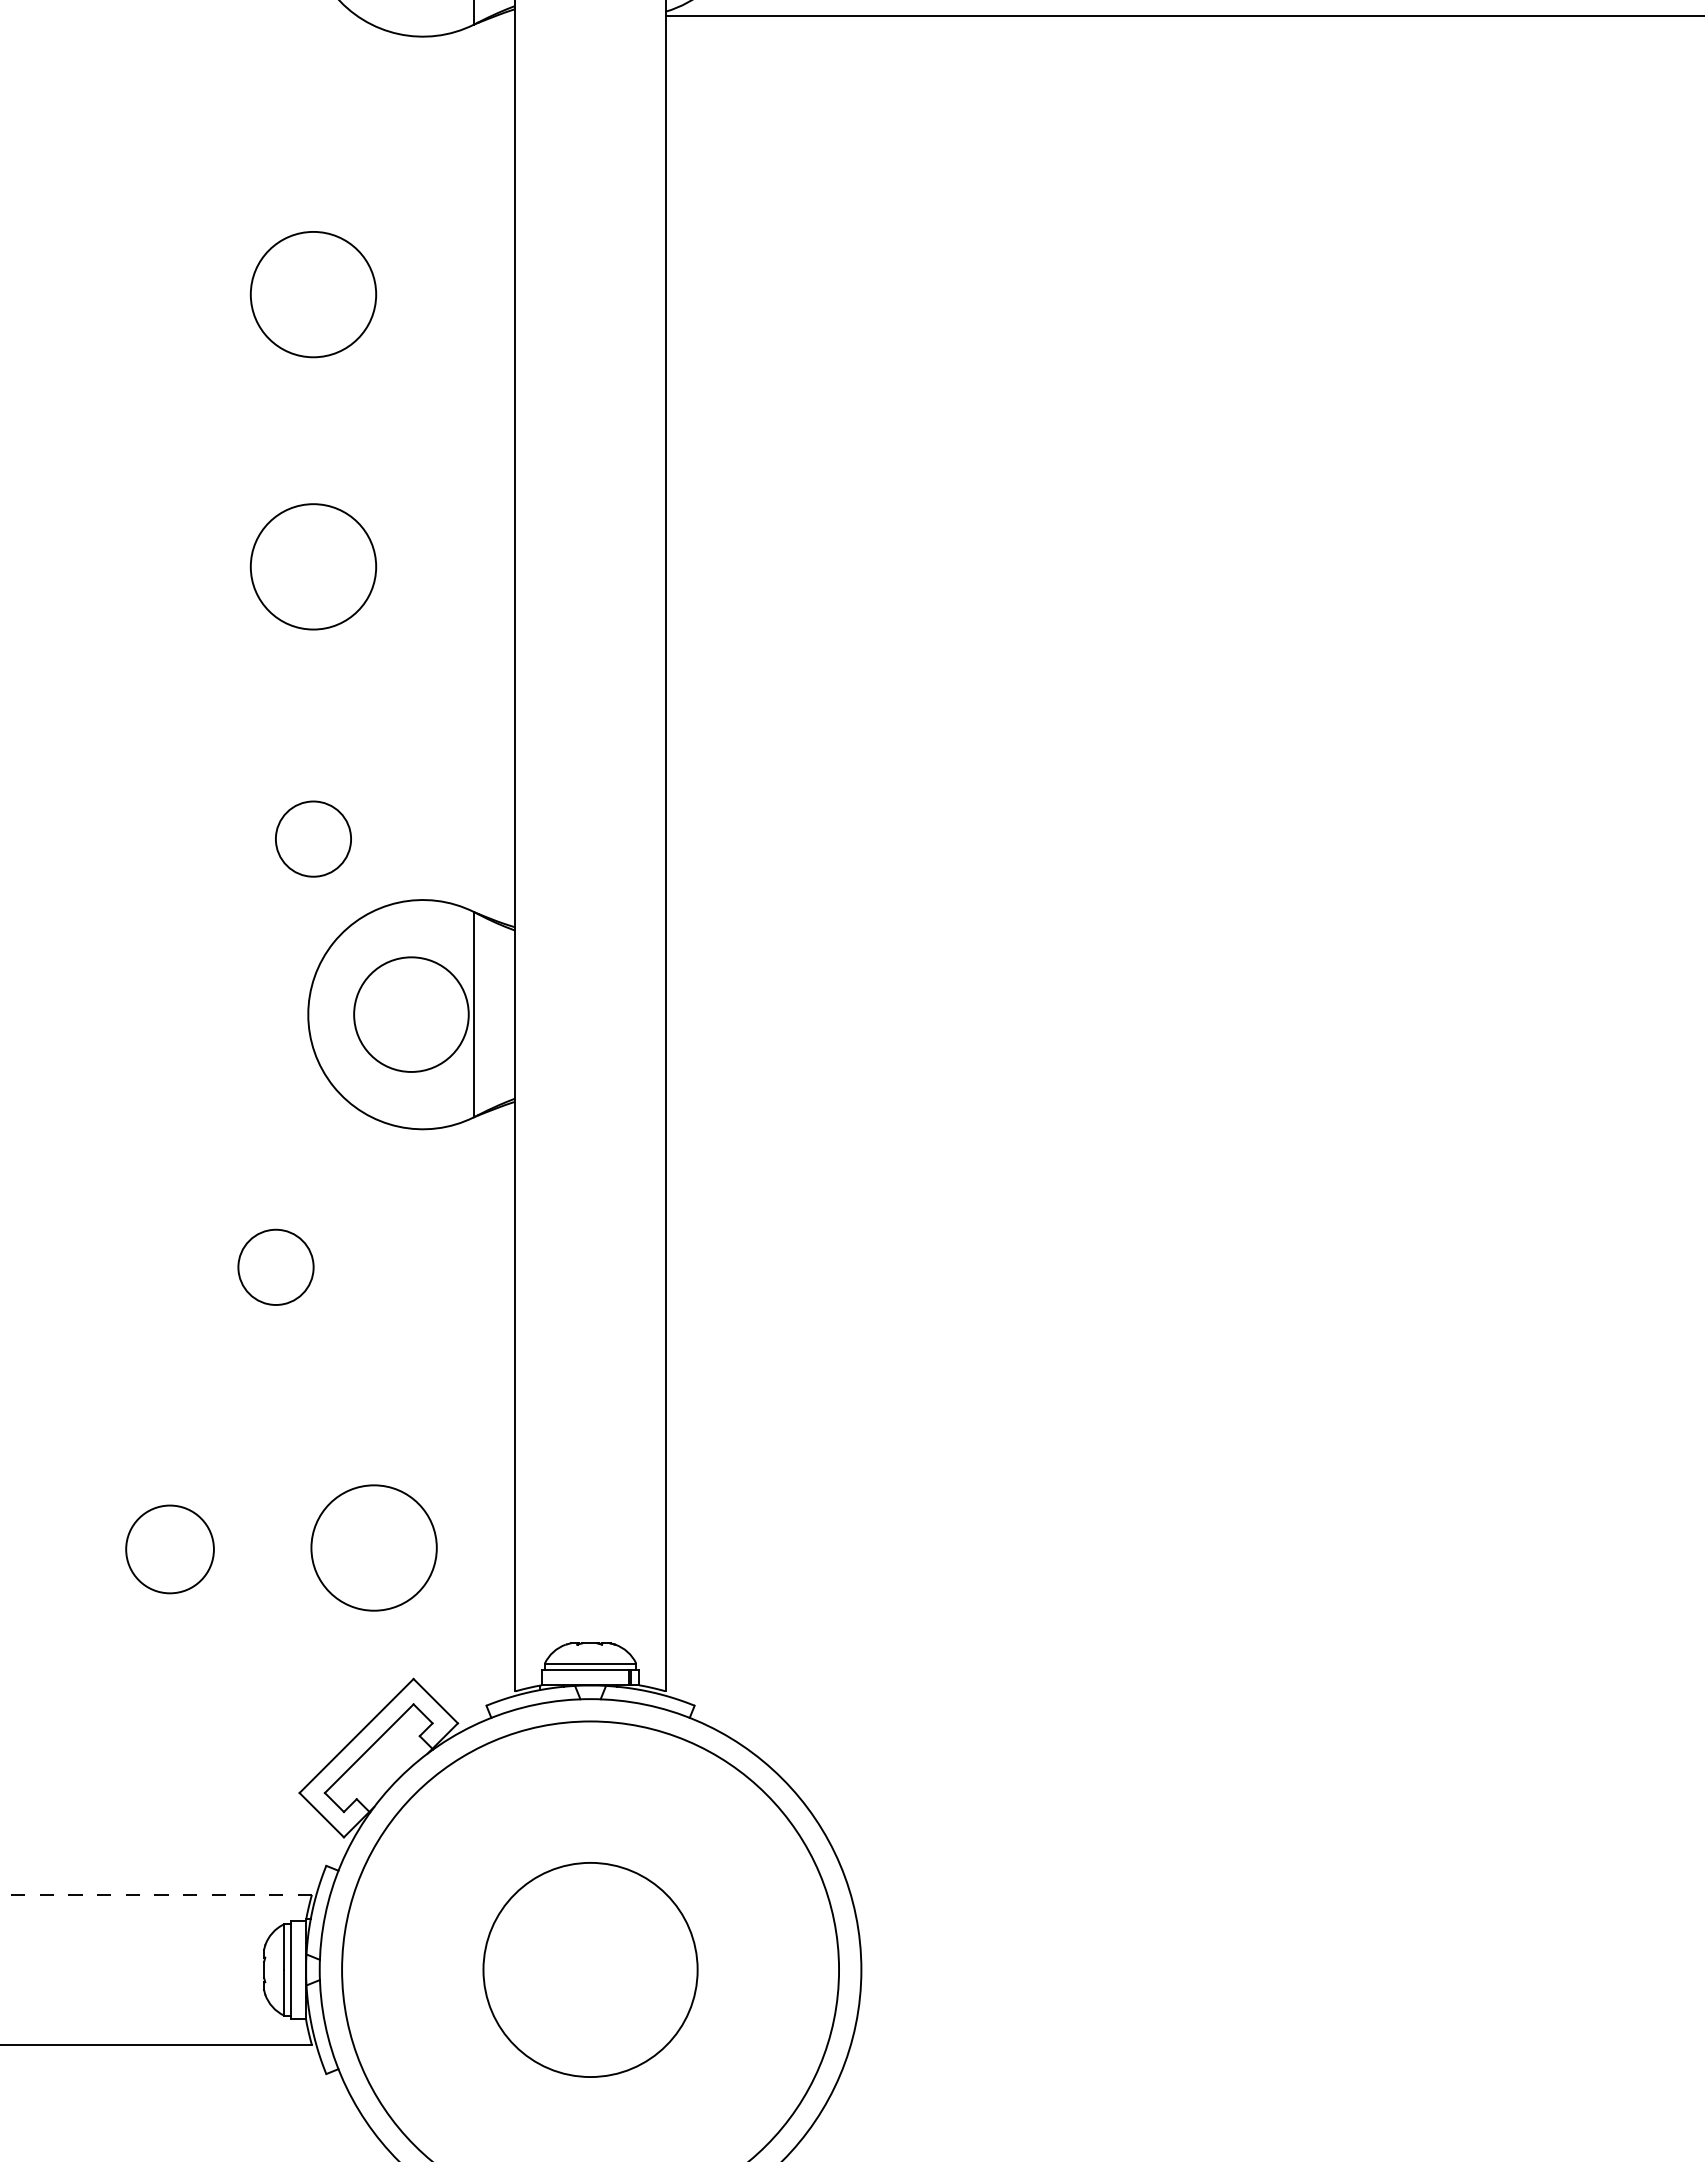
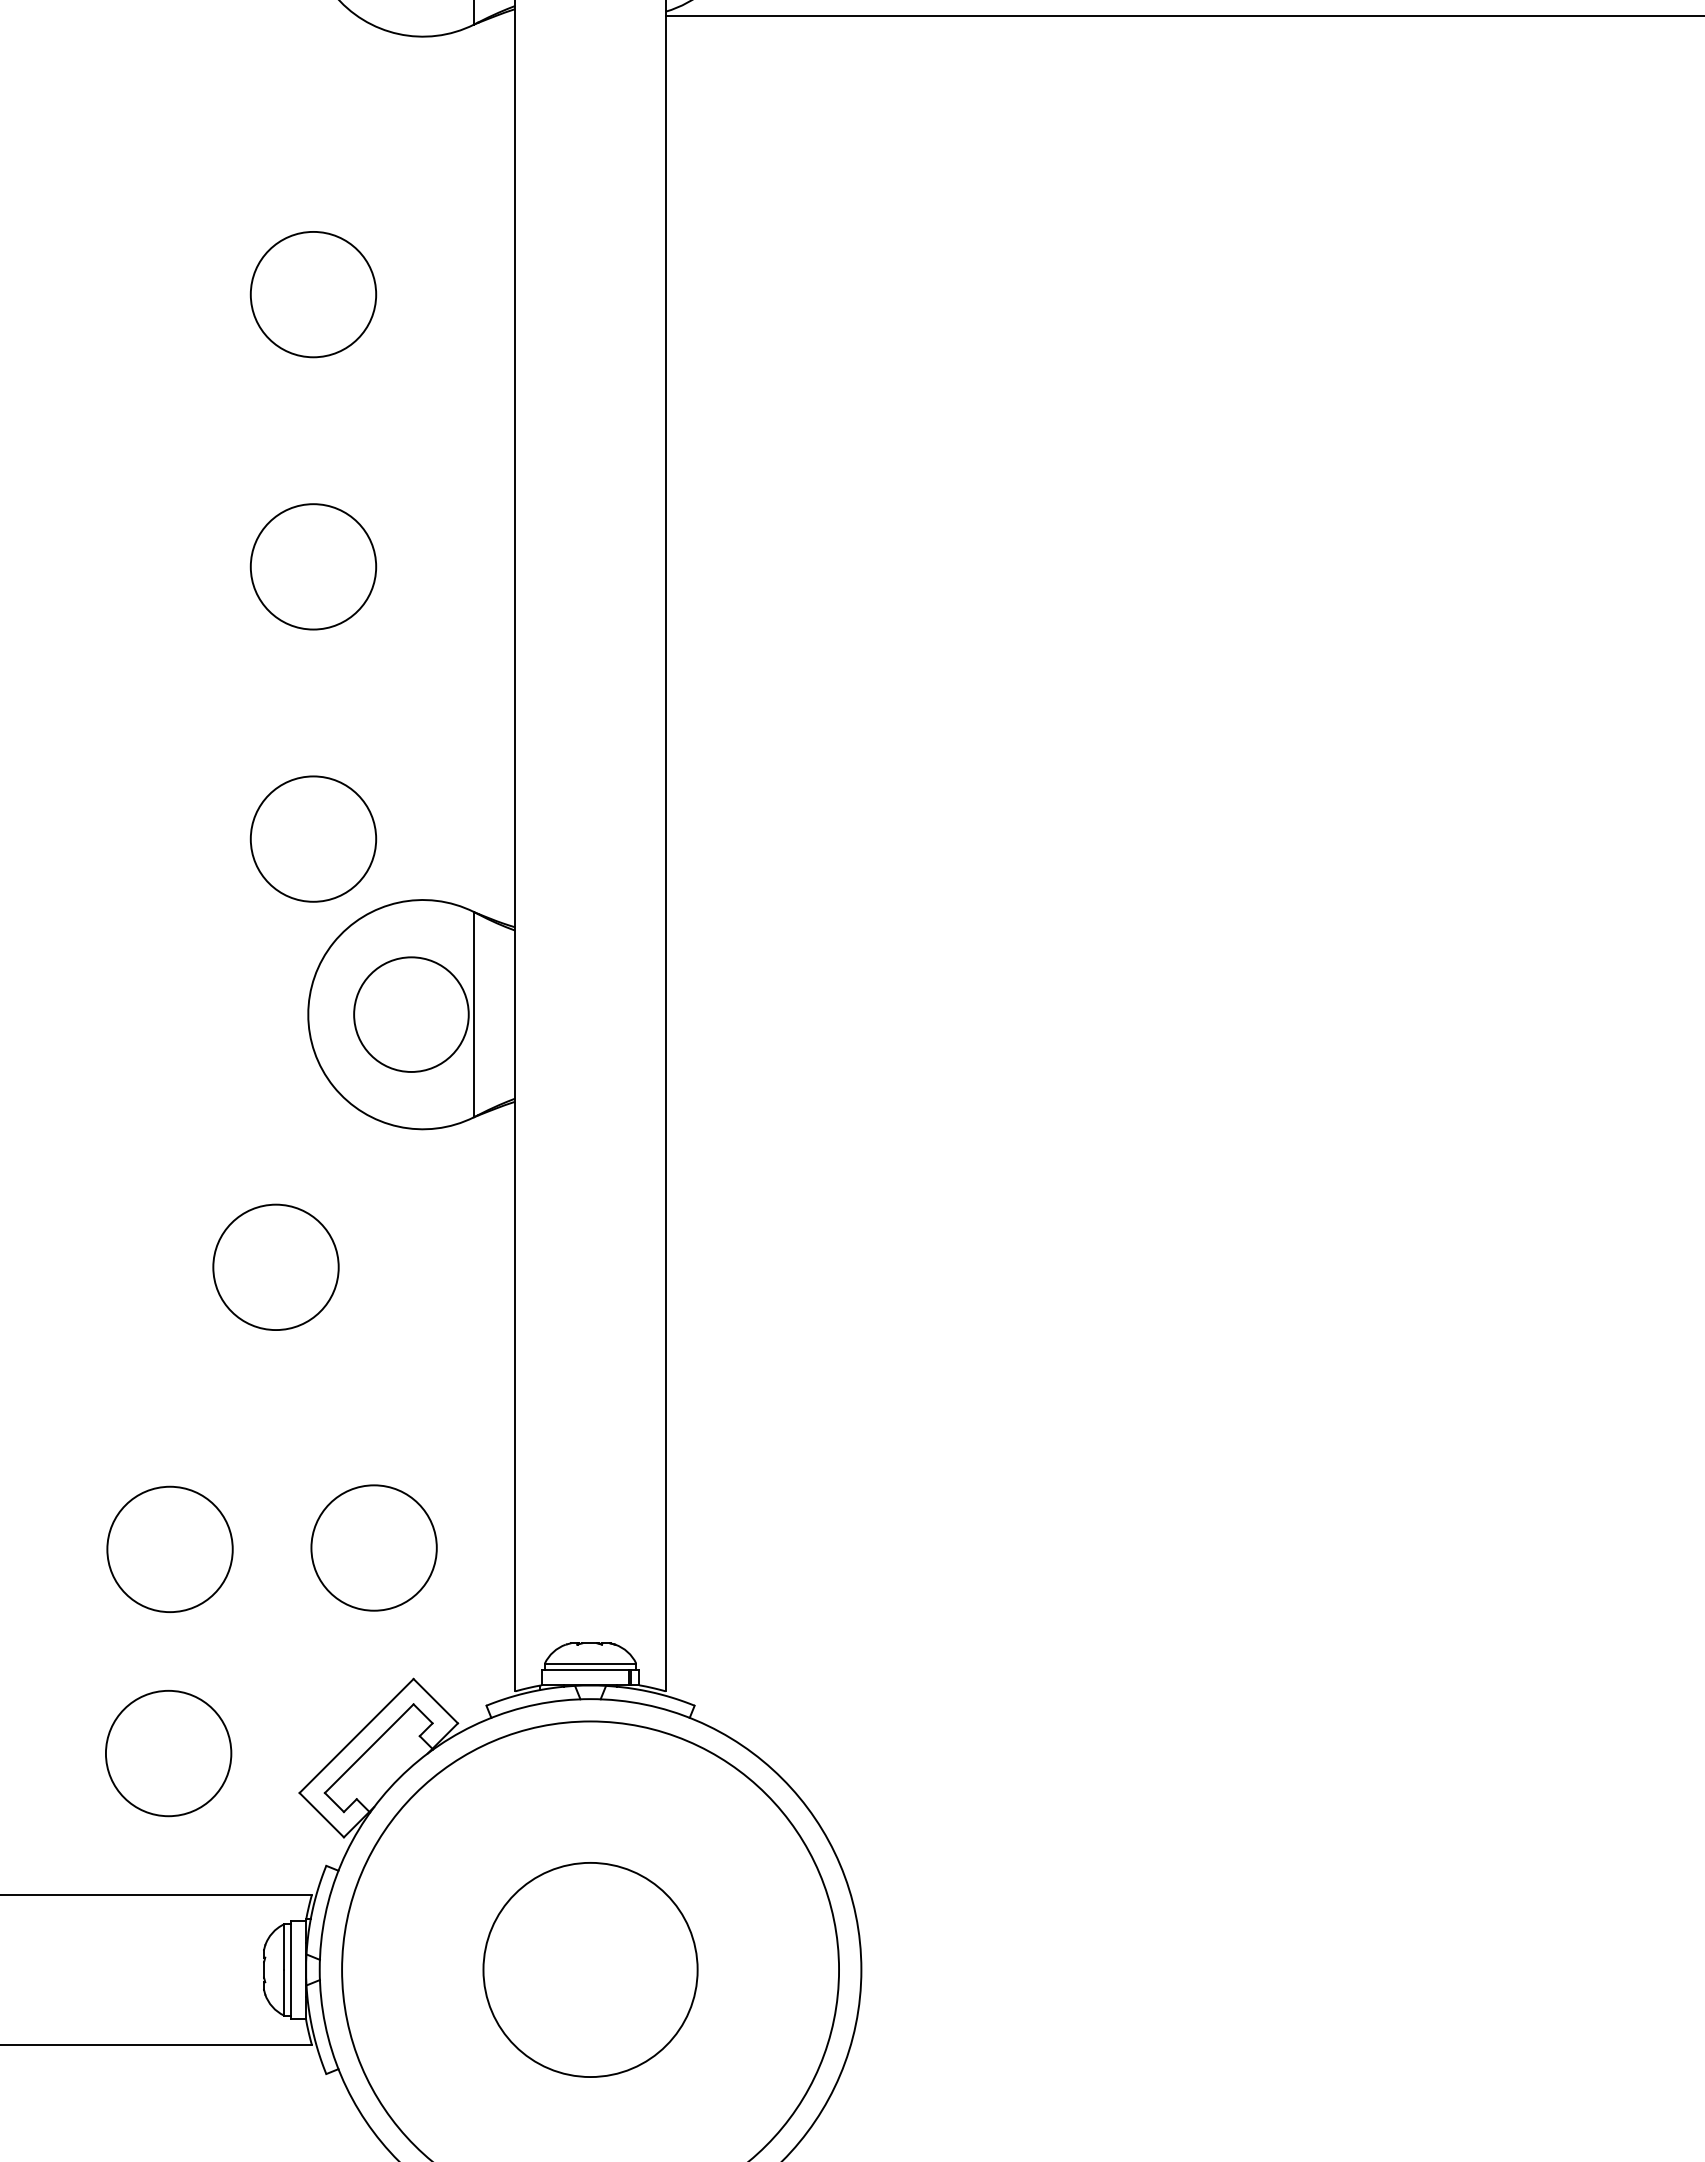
circle at (313, 838) diameter: 75 px -> 125 px
circle at (275, 1266) diameter: 75 px -> 125 px
circle at (169, 1549) diameter: 88 px -> 125 px
circle at (168, 1753): none -> present
line at (156, 1894): dashed -> solid
